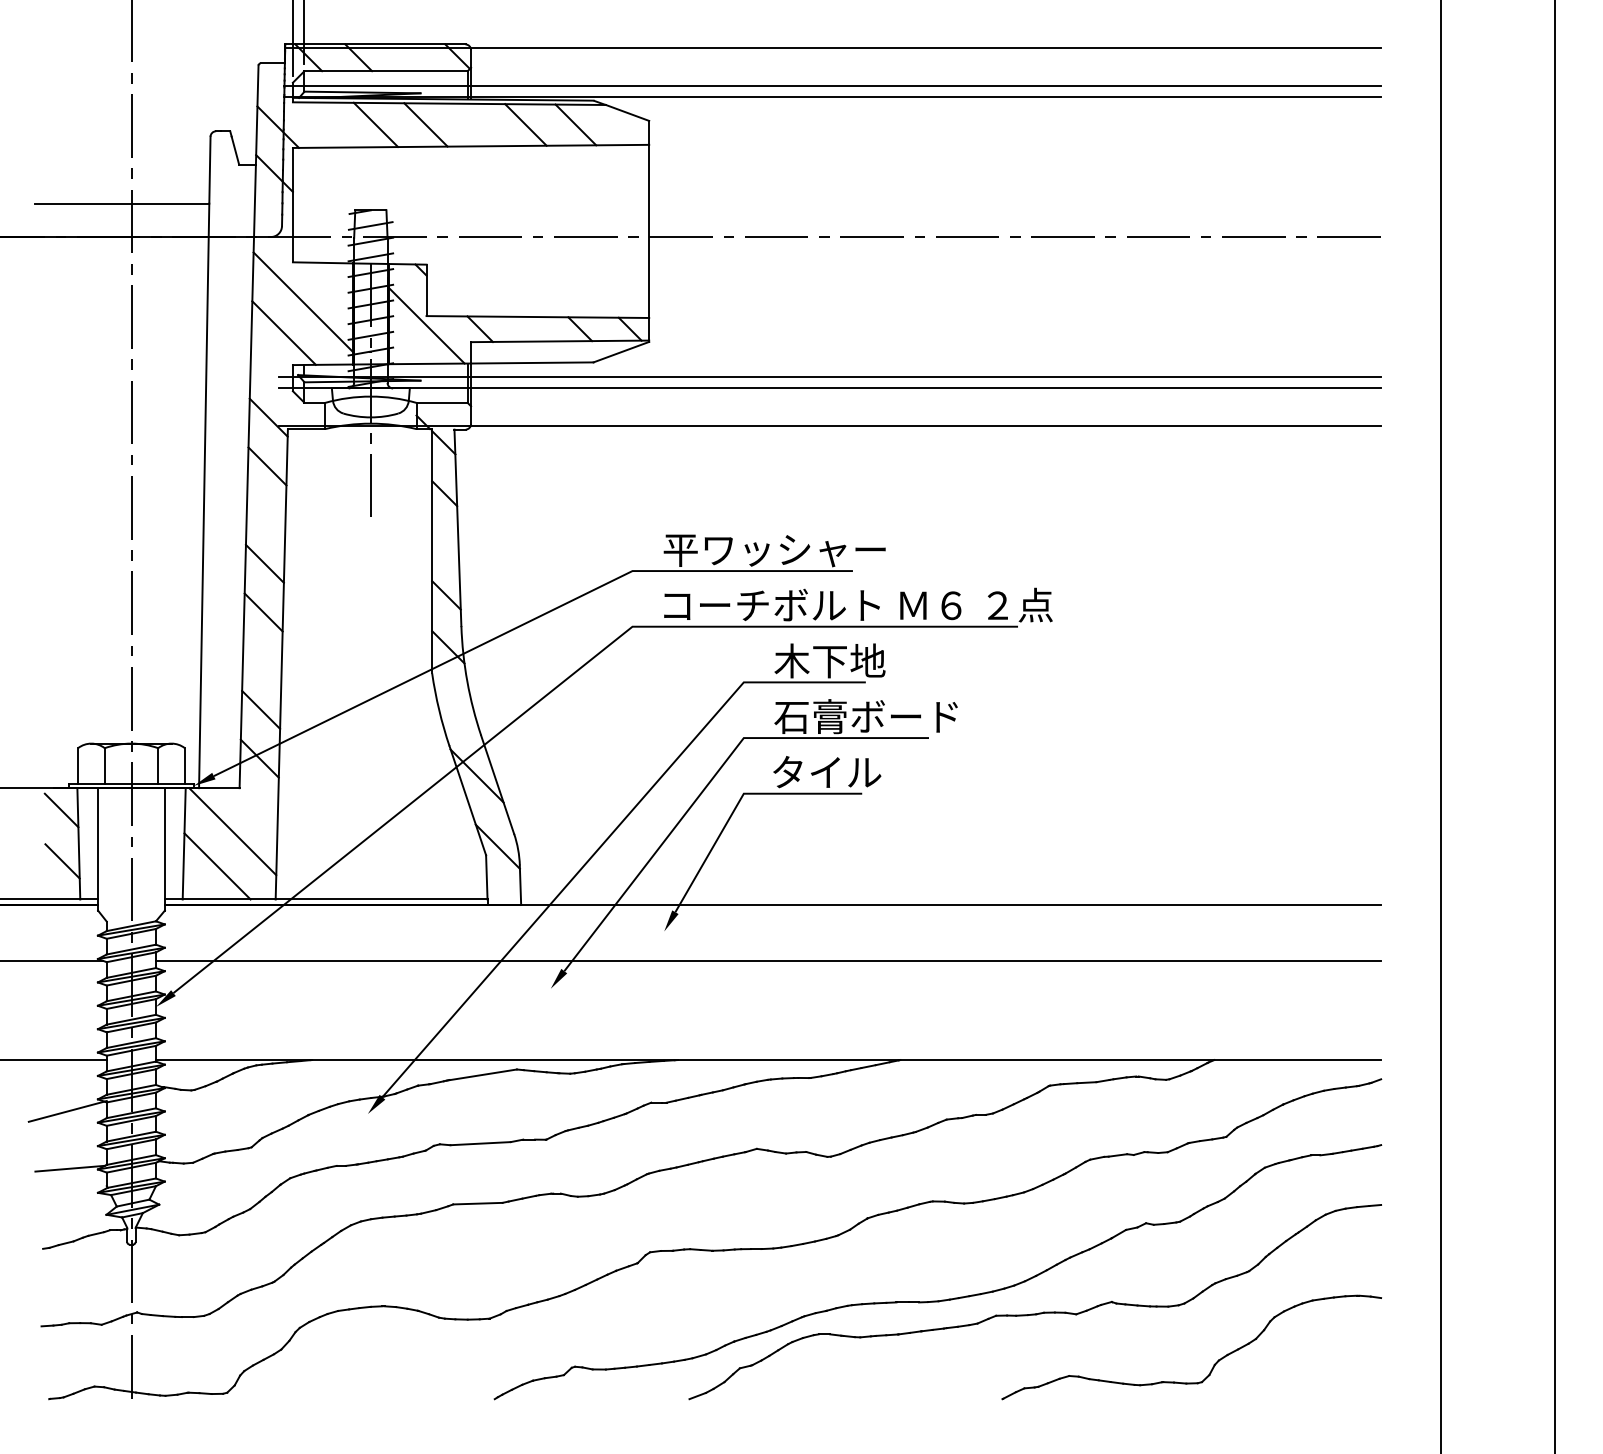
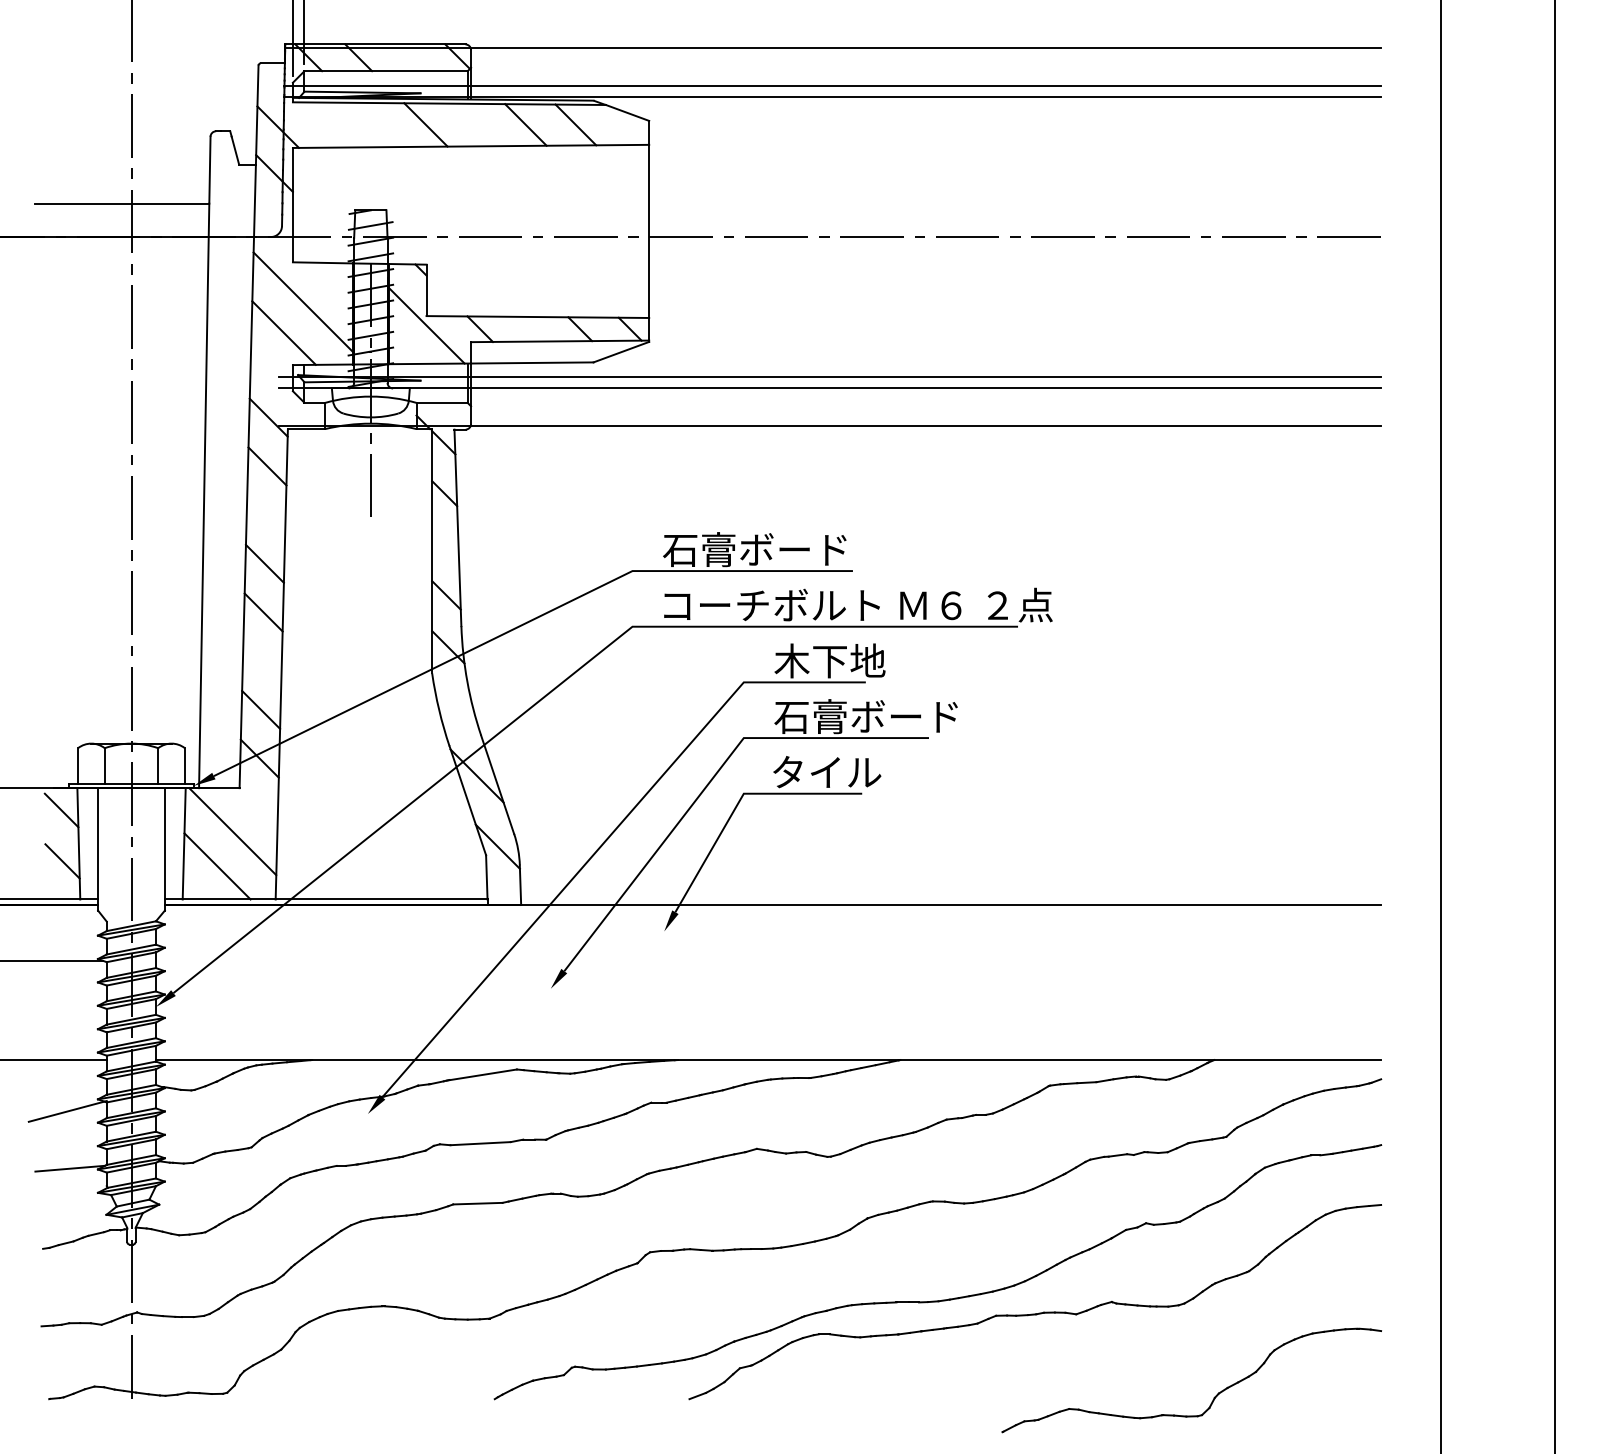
line at (375, 124): present -> none
text at (774, 549): 平ワッシャー -> 石膏ボード
line at (768, 960): present -> none
part at (1213, 1364) position: (1213, 1364) -> (1213, 1397)
